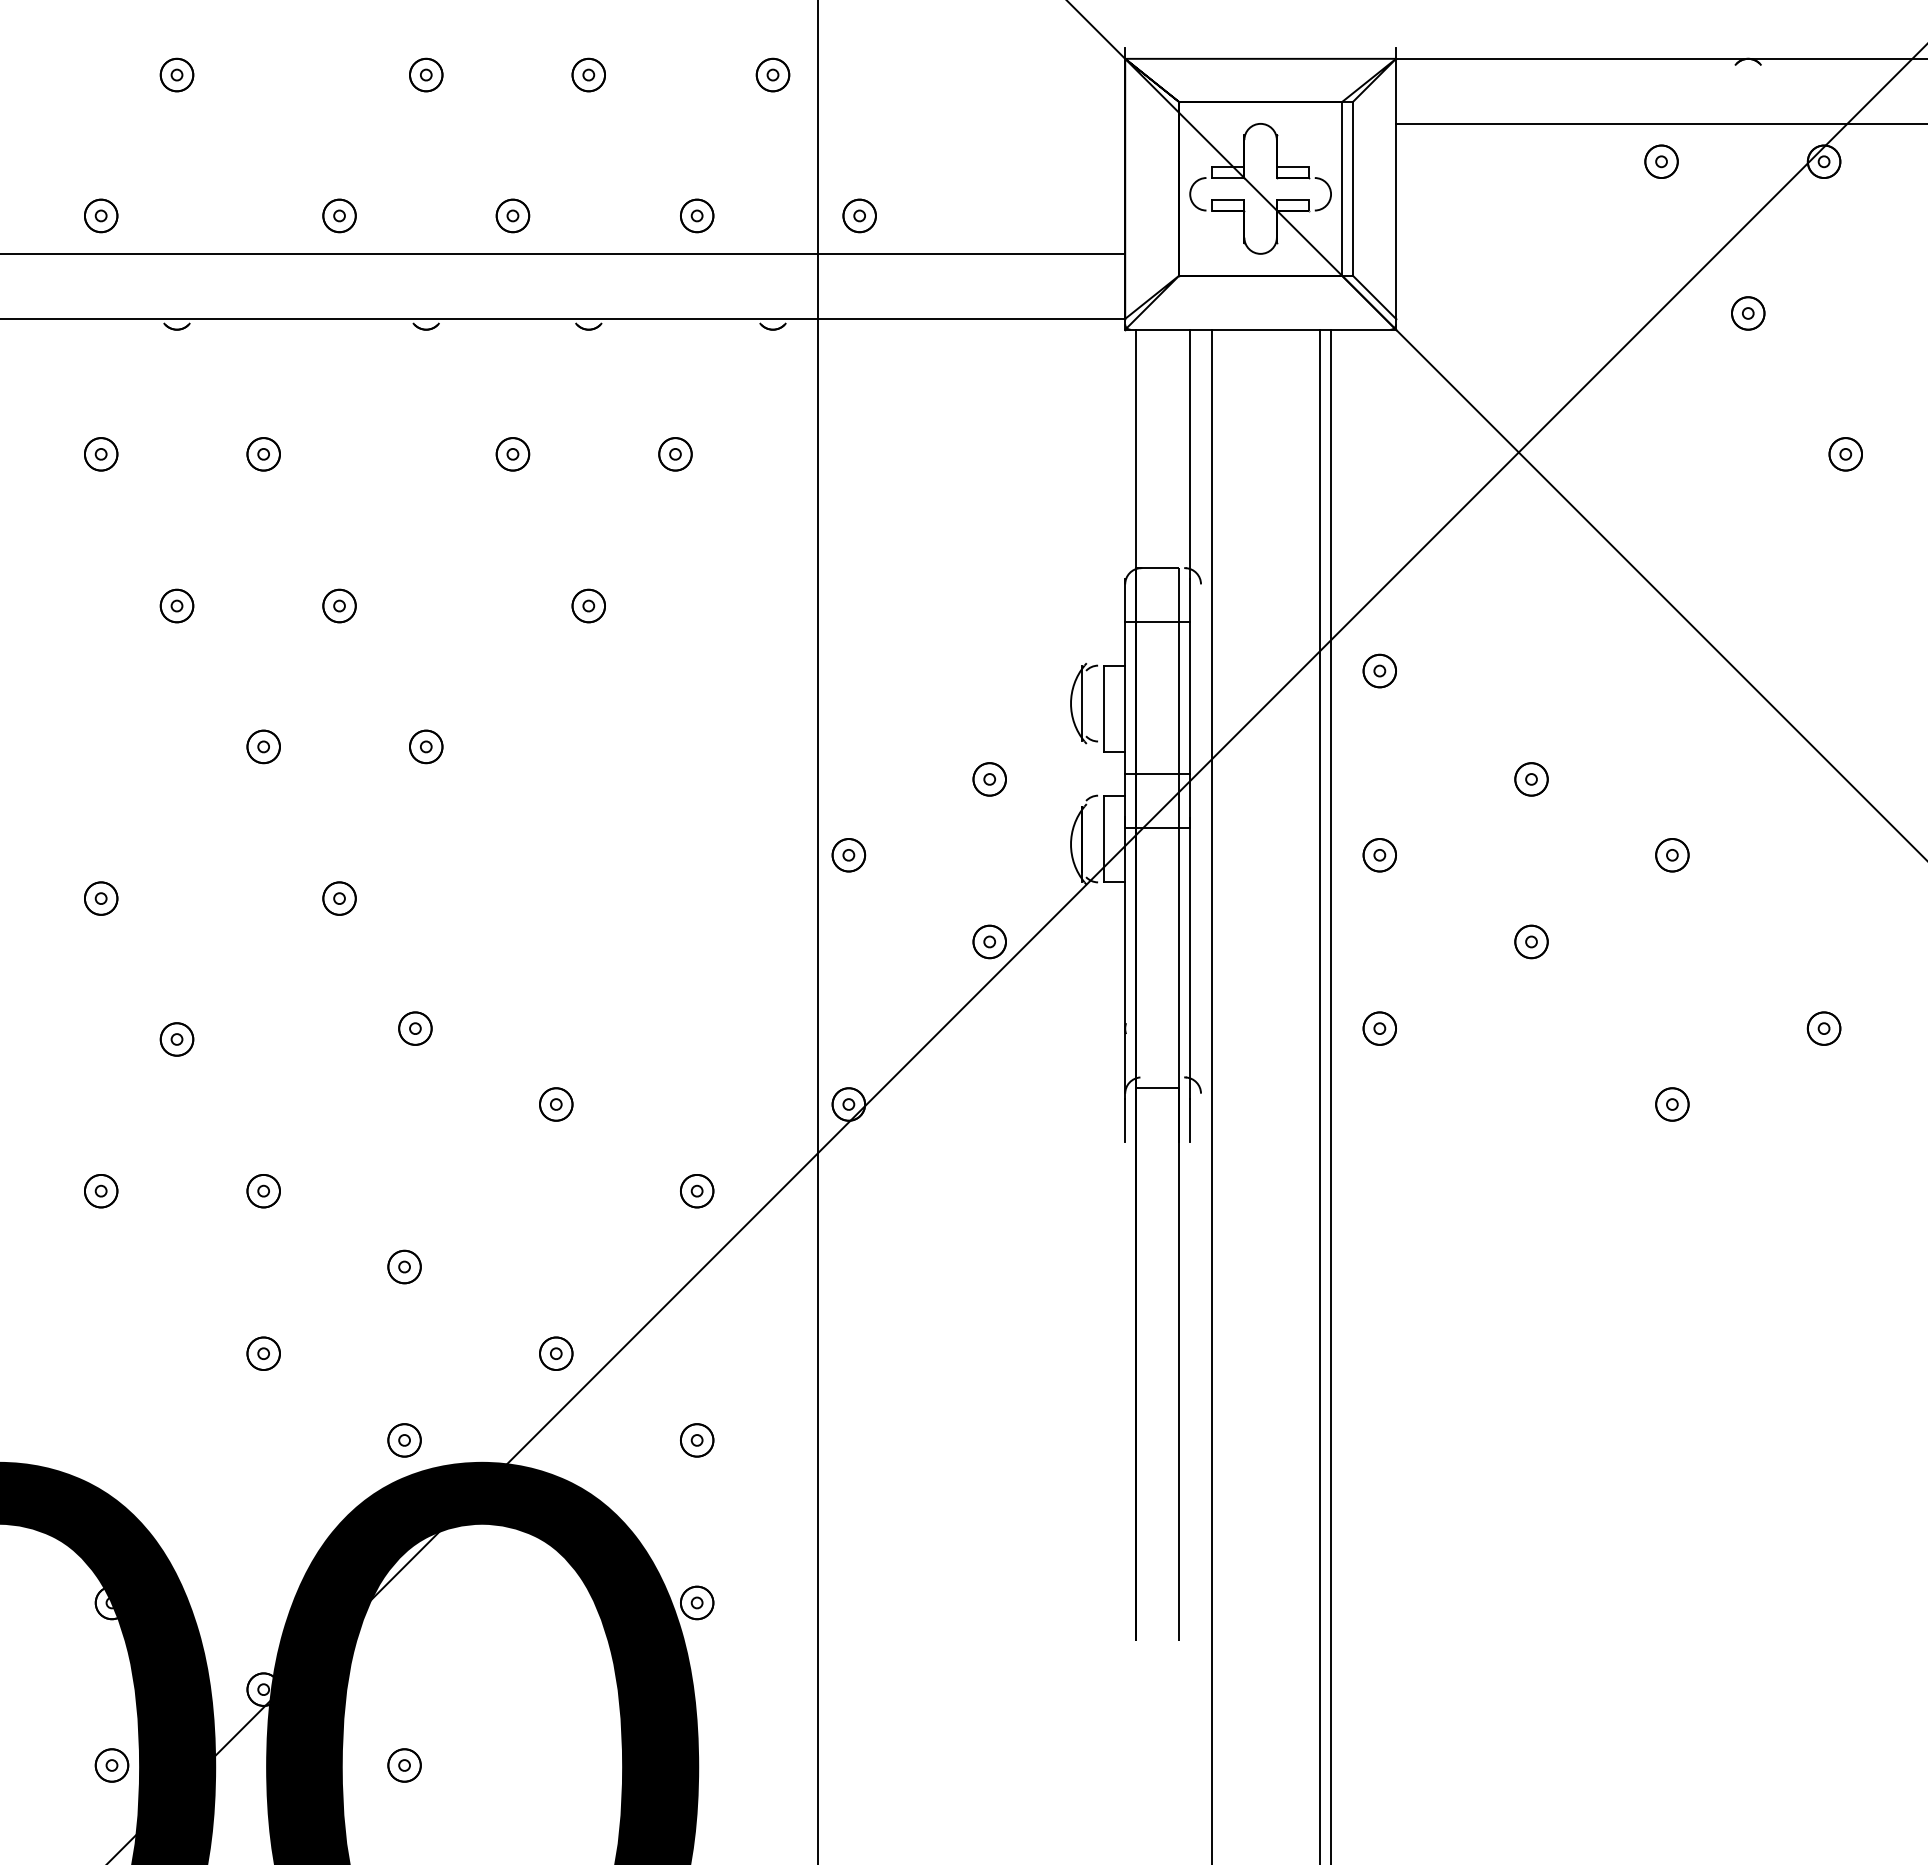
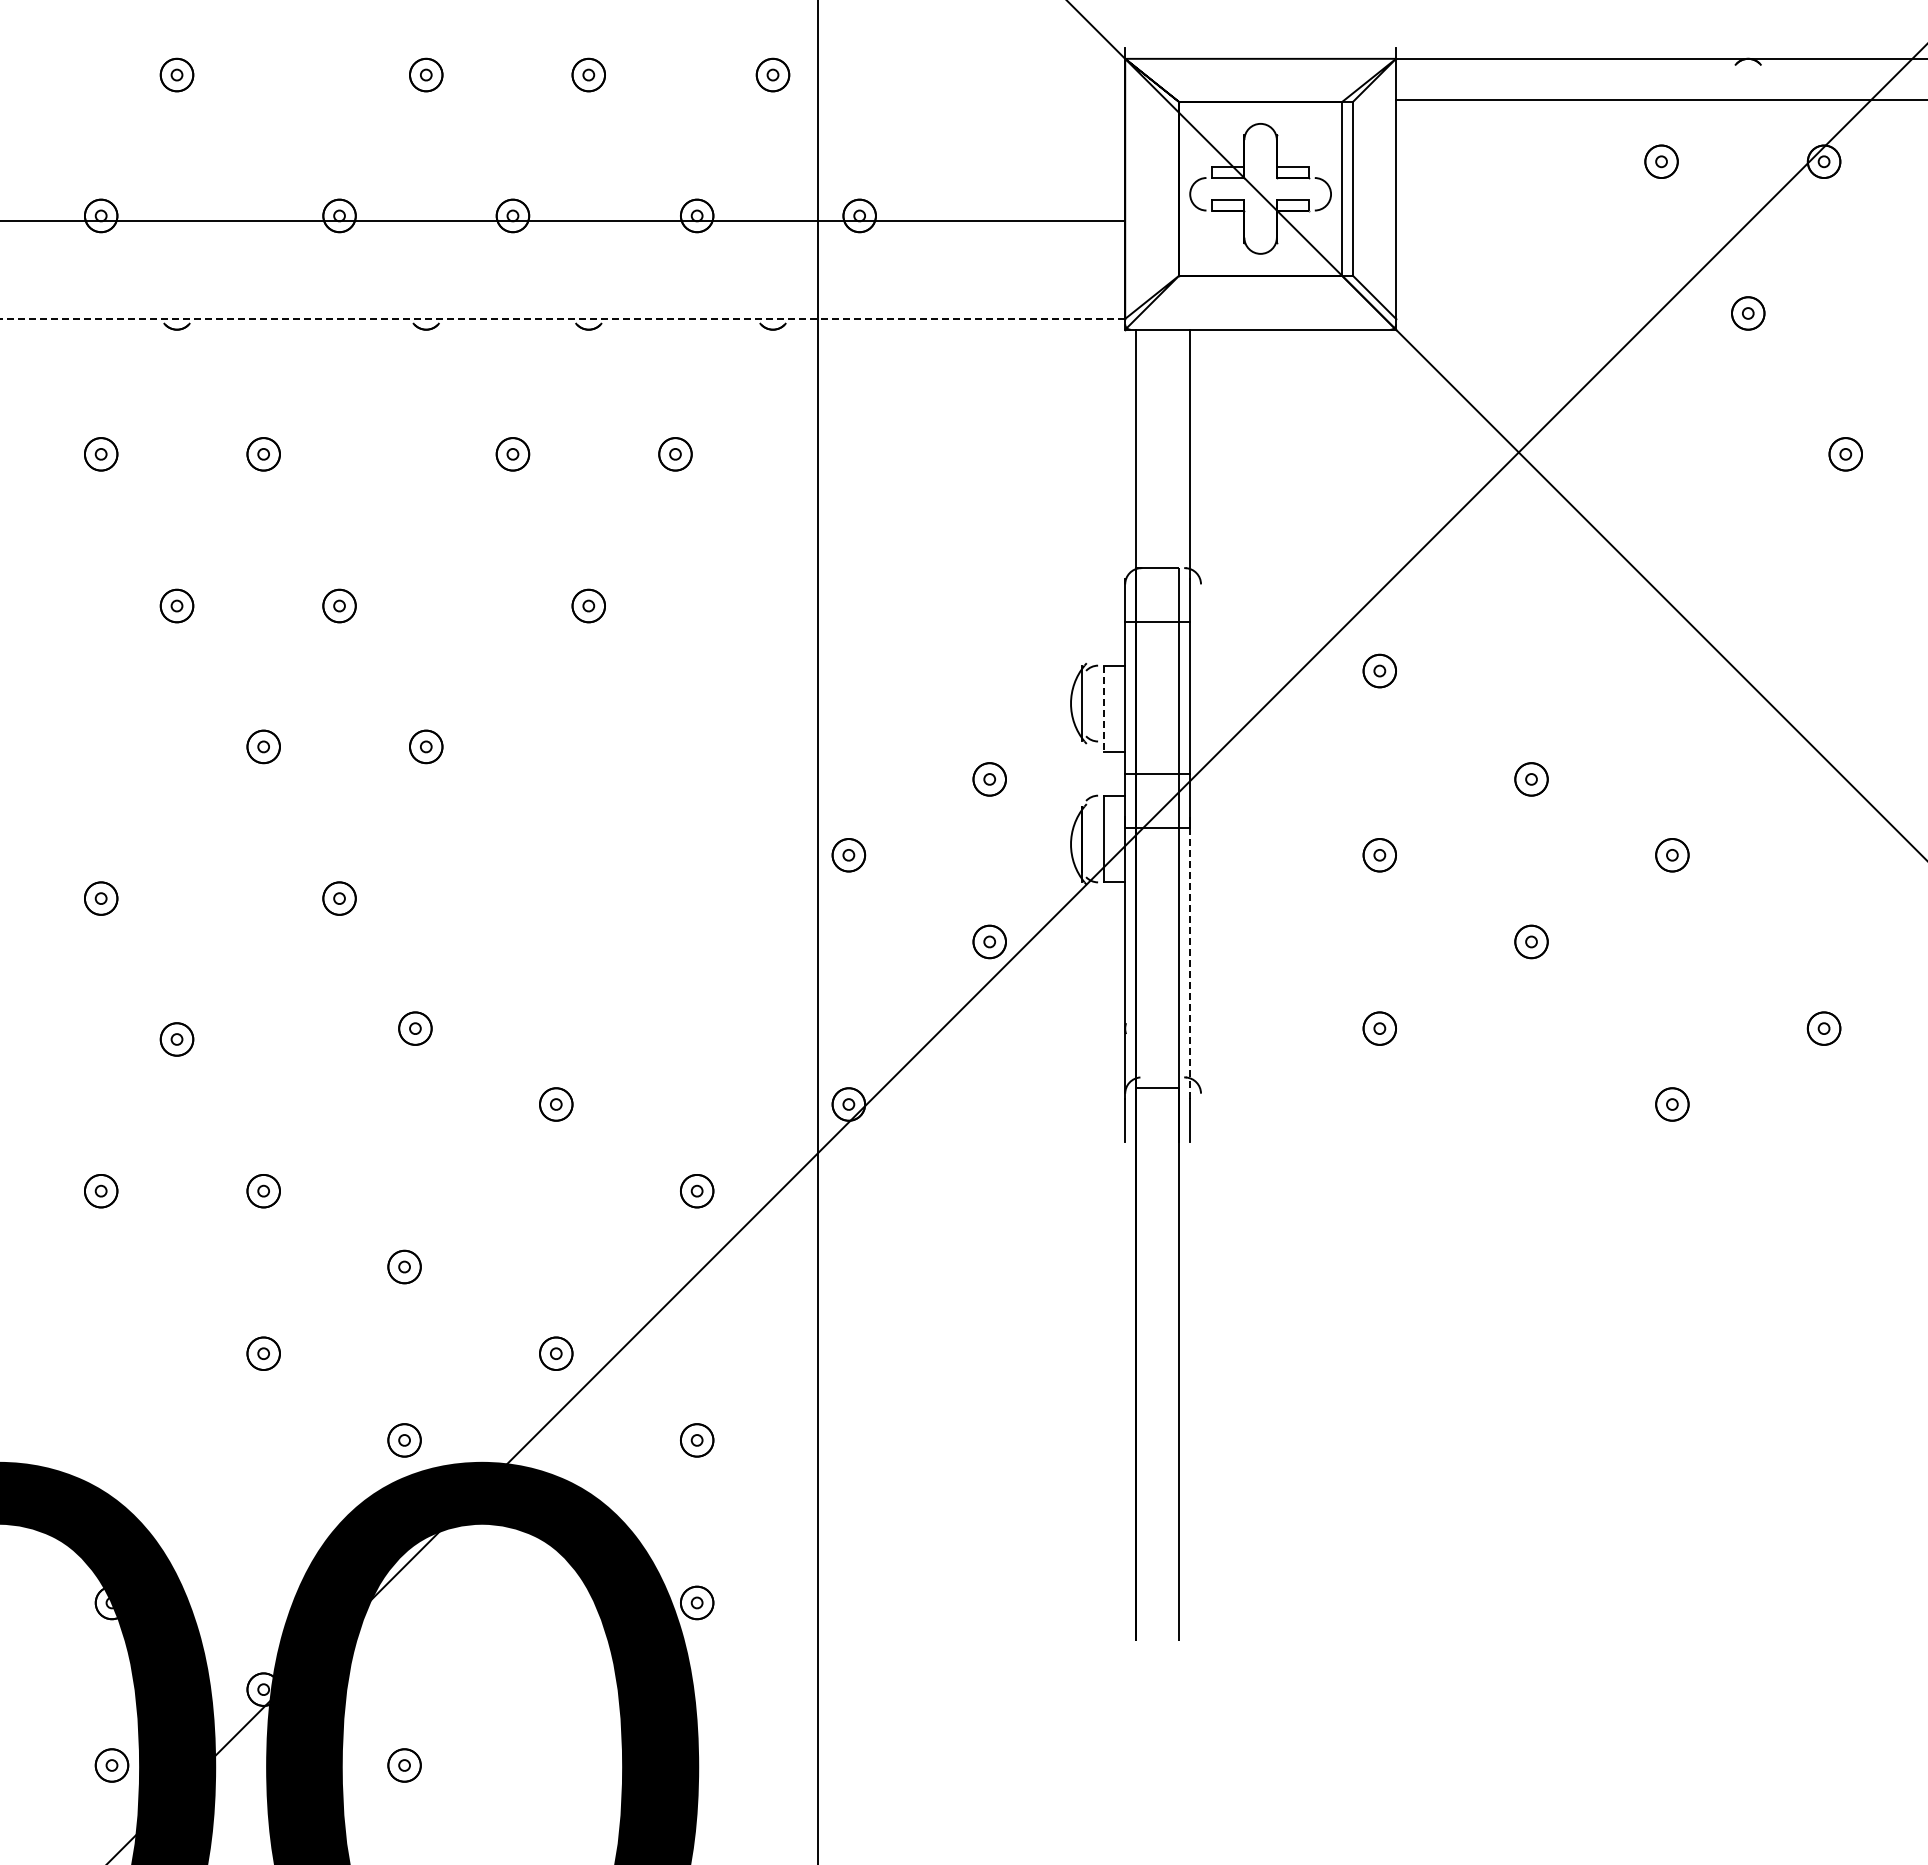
line at (1660, 123) position: (1660, 123) -> (1660, 99)
line at (563, 253) position: (563, 253) -> (563, 220)
line at (562, 318): solid -> dashed
line at (1103, 709): solid -> dashed
line at (1190, 963): solid -> dashed
line at (1211, 1095): present -> none
line at (1320, 1095): present -> none
line at (1331, 1095): present -> none
